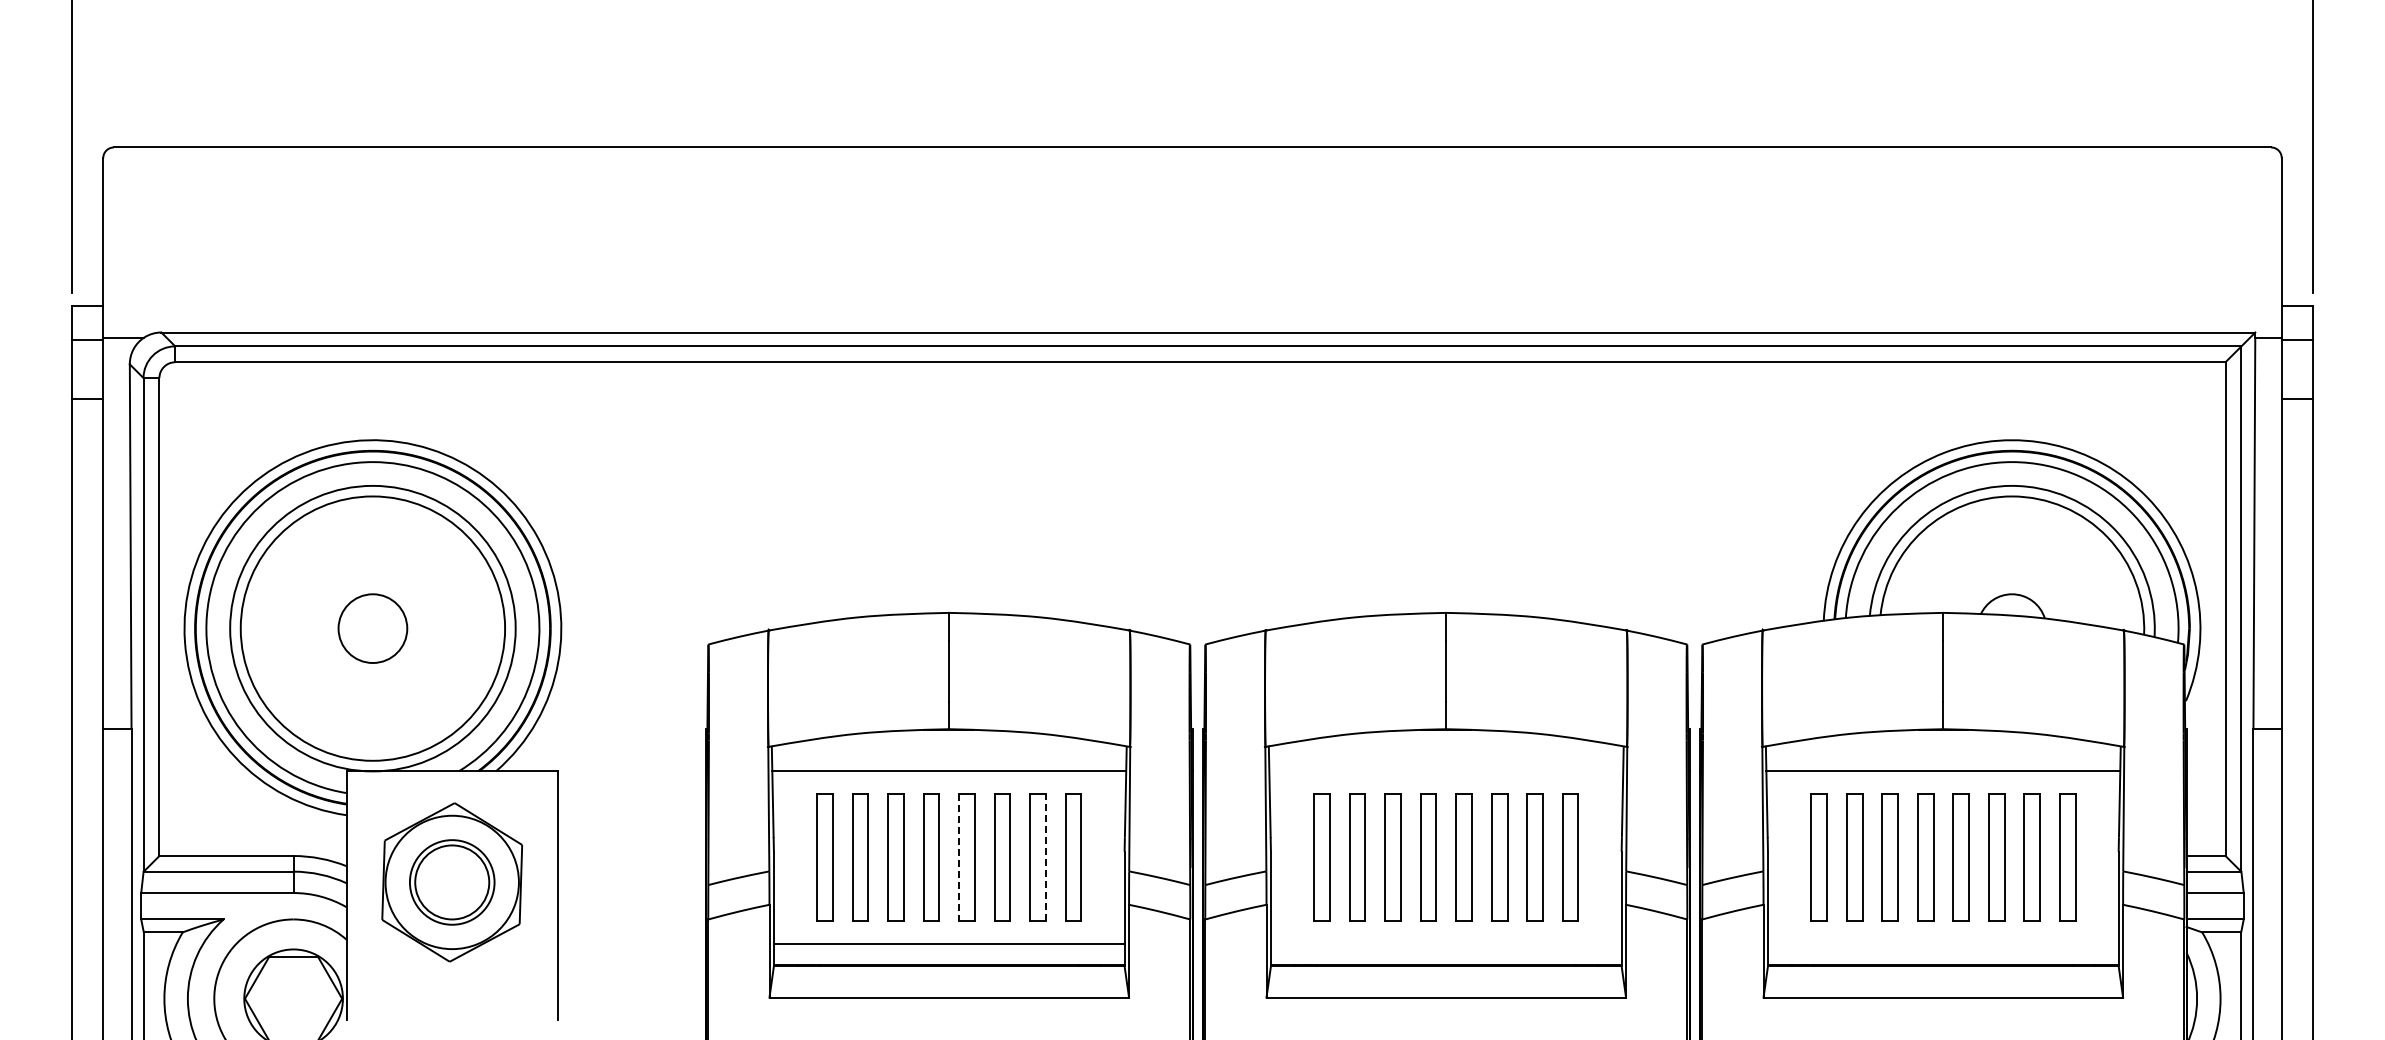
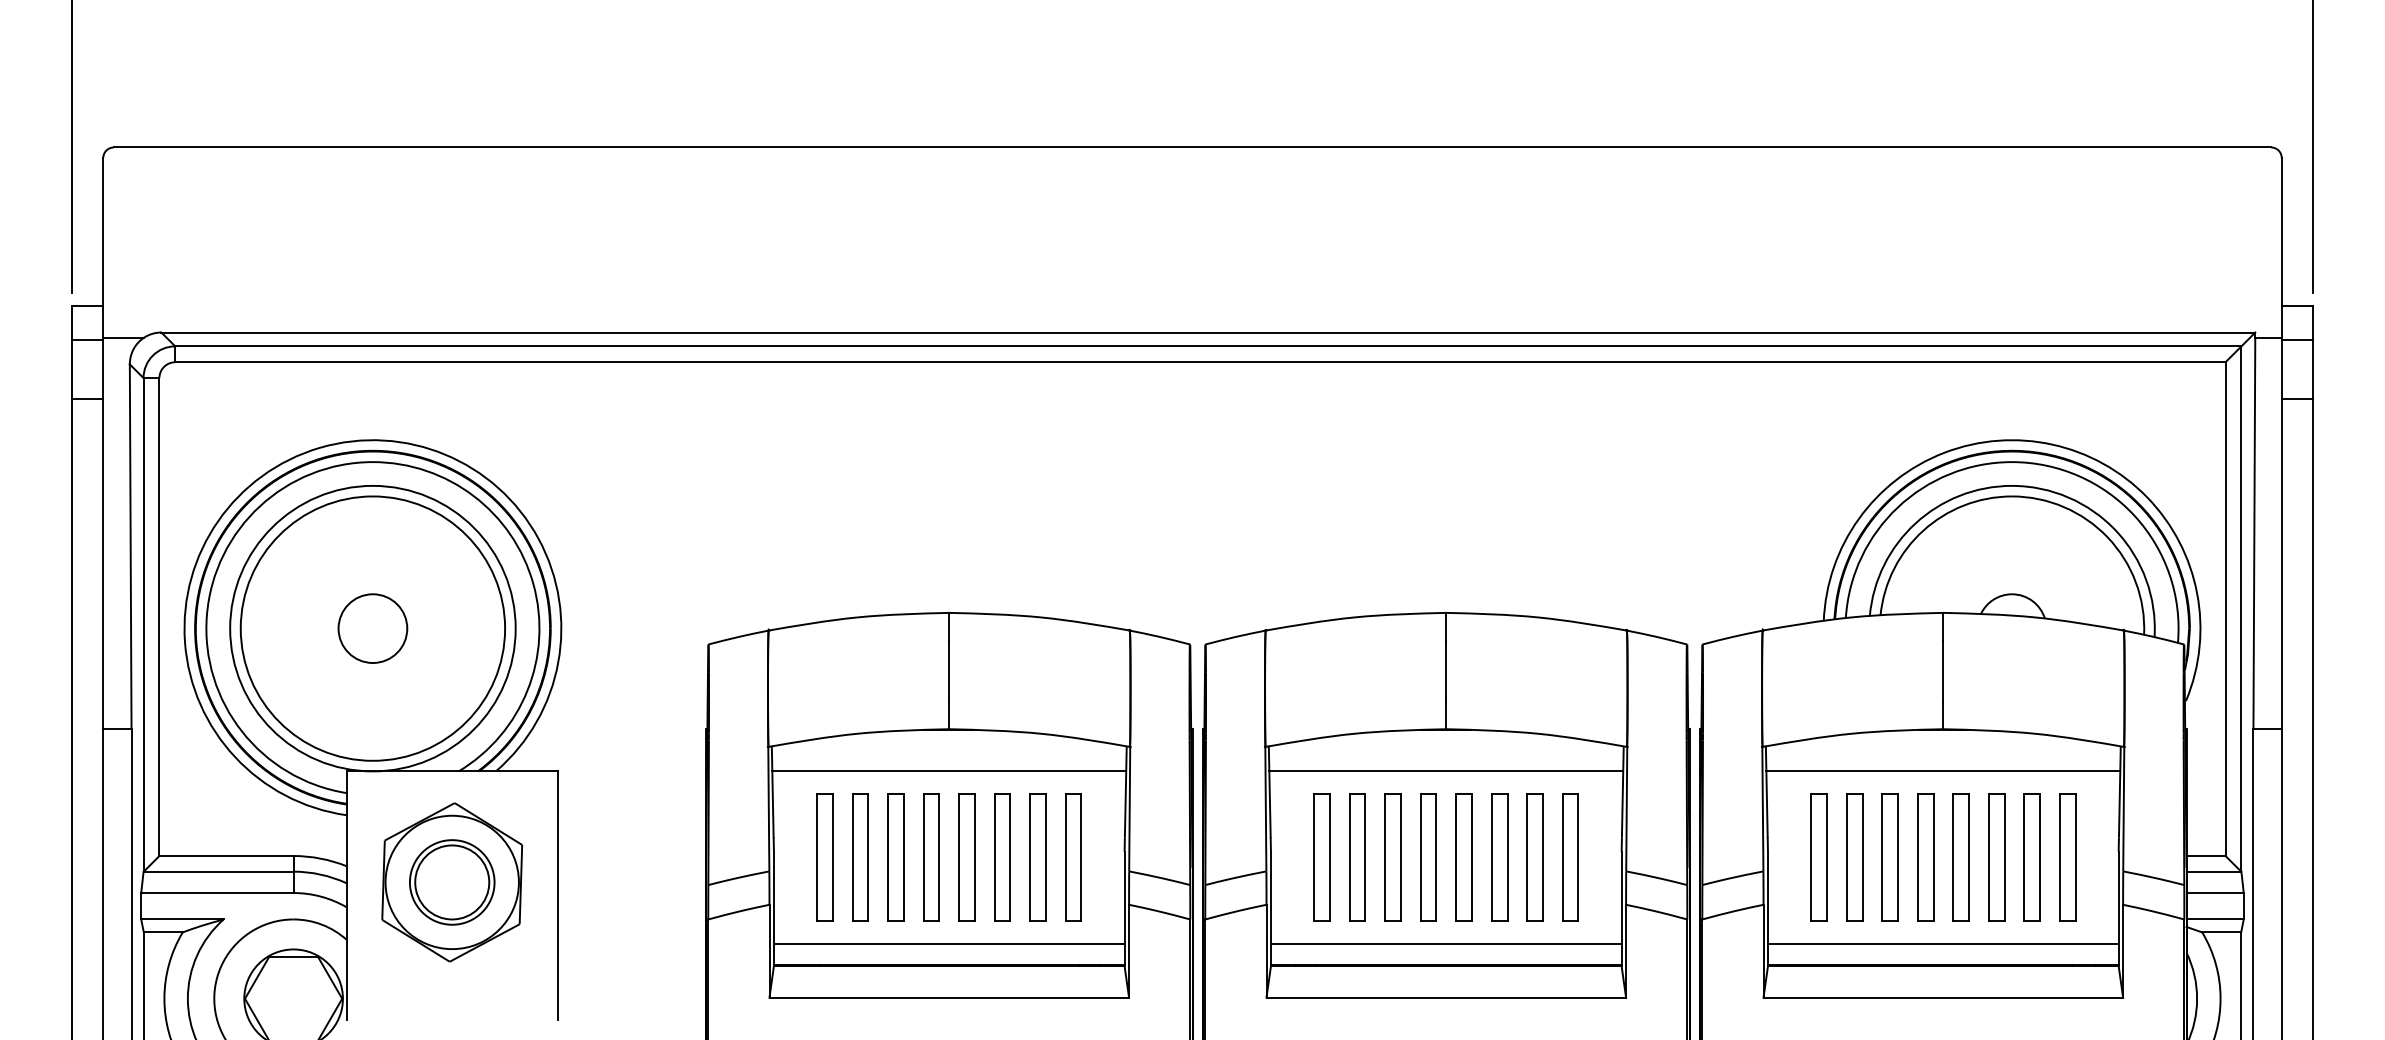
line at (1446, 771): none -> present
line at (1045, 856): dashed -> solid
line at (959, 857): dashed -> solid
line at (1445, 944): none -> present
line at (1942, 944): none -> present
